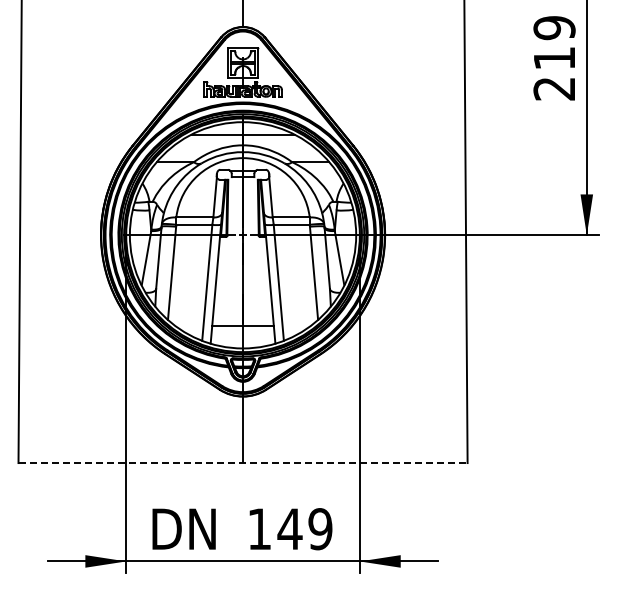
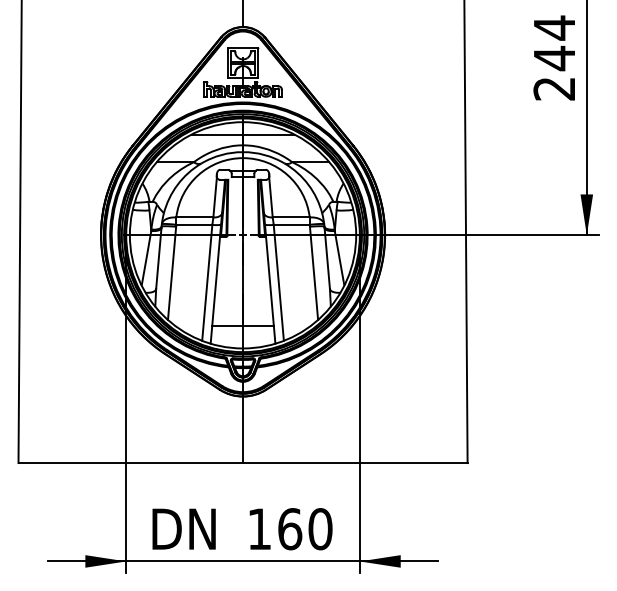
text at (554, 43): 219 -> 244
line at (243, 463): dashed -> solid
text at (304, 529): 149 -> 160
